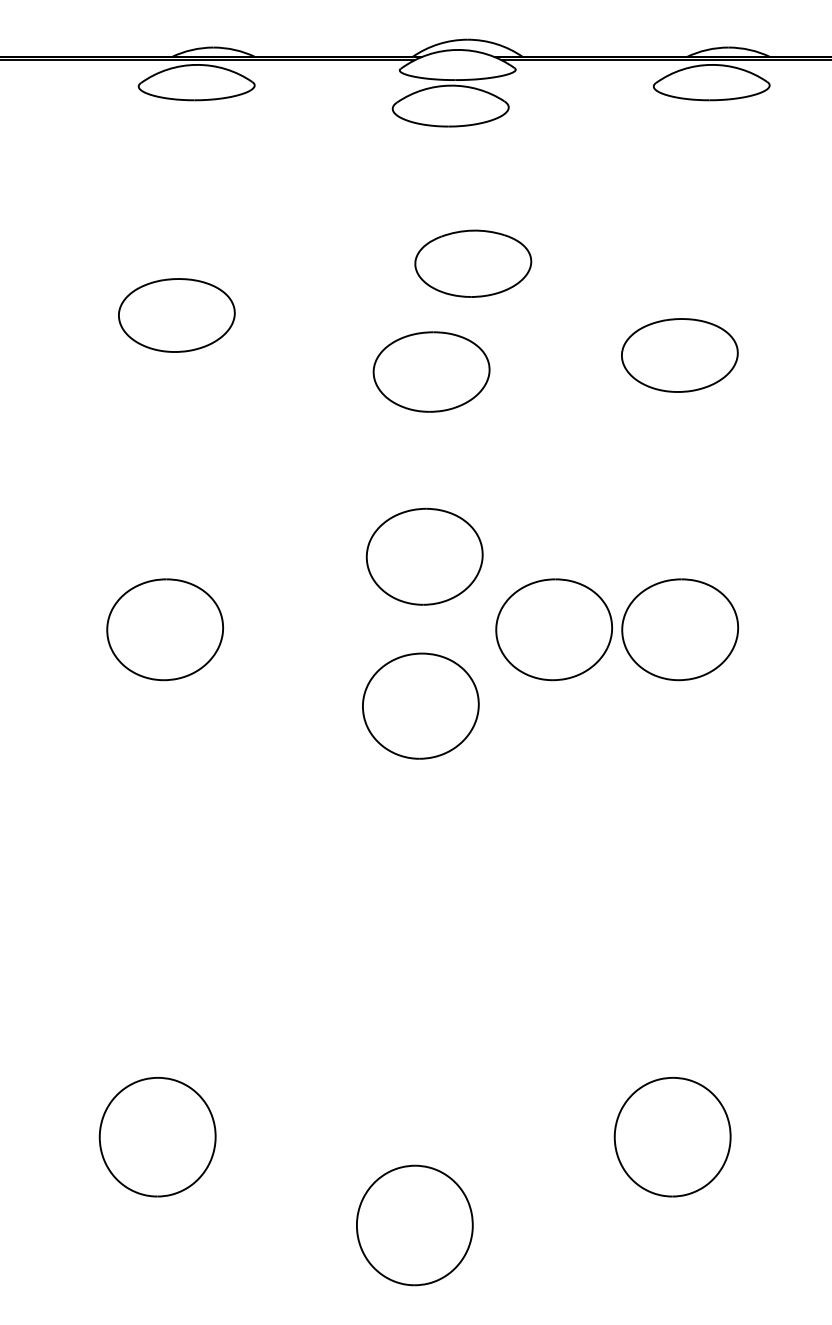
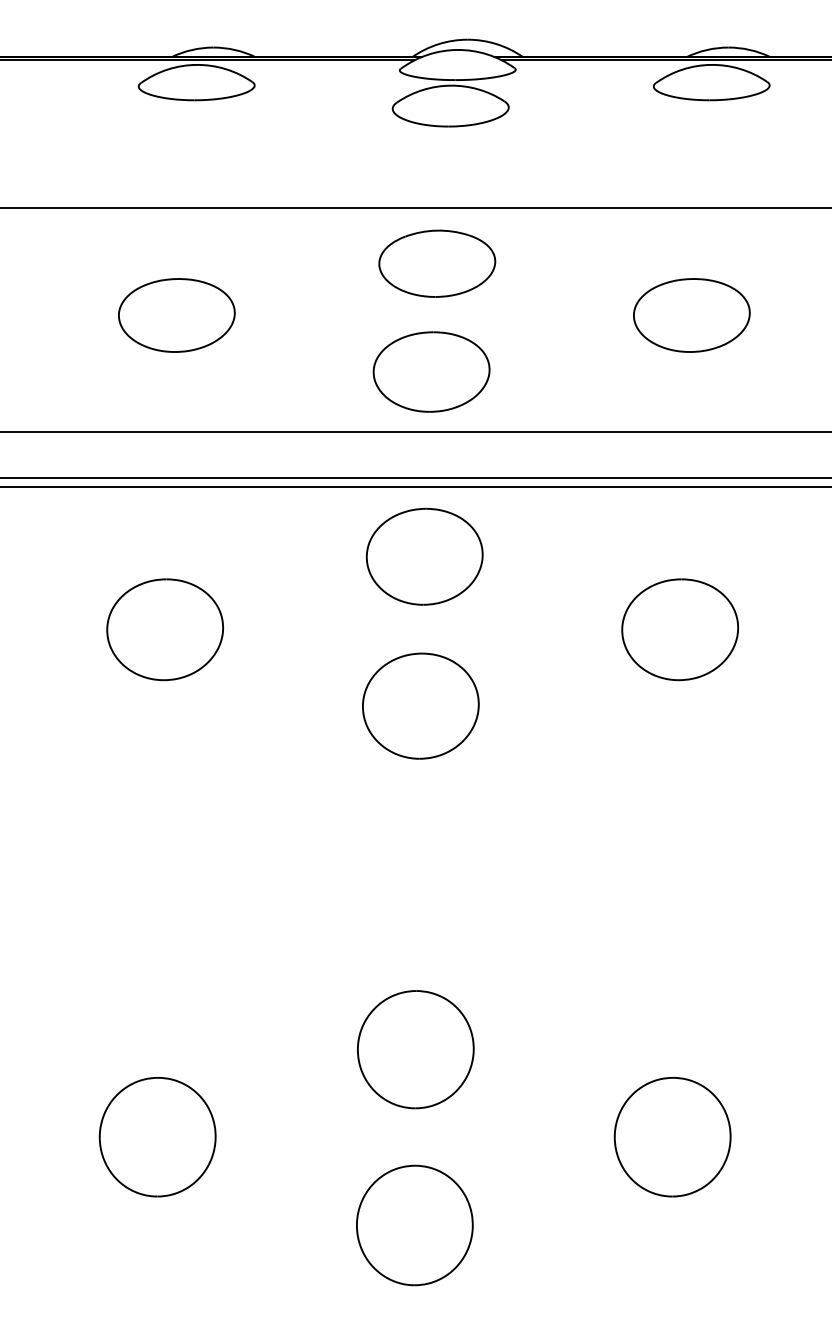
line at (415, 208): none -> present
part at (473, 263) position: (473, 263) -> (437, 263)
part at (679, 355) position: (679, 355) -> (691, 315)
line at (415, 432): none -> present
line at (415, 478): none -> present
line at (415, 486): none -> present
part at (553, 629): present -> none
part at (415, 1049): none -> present
